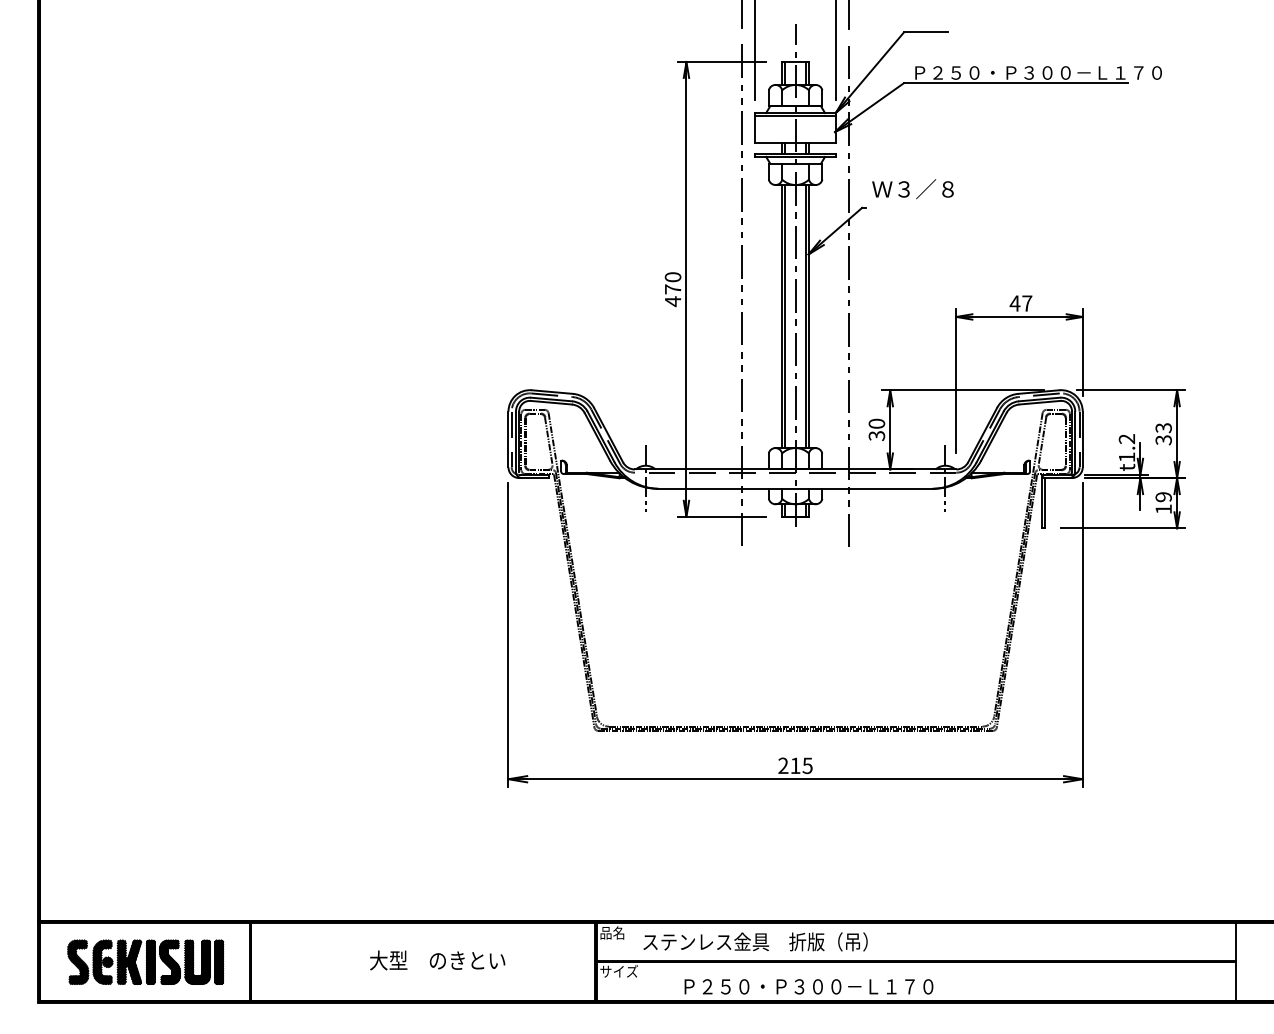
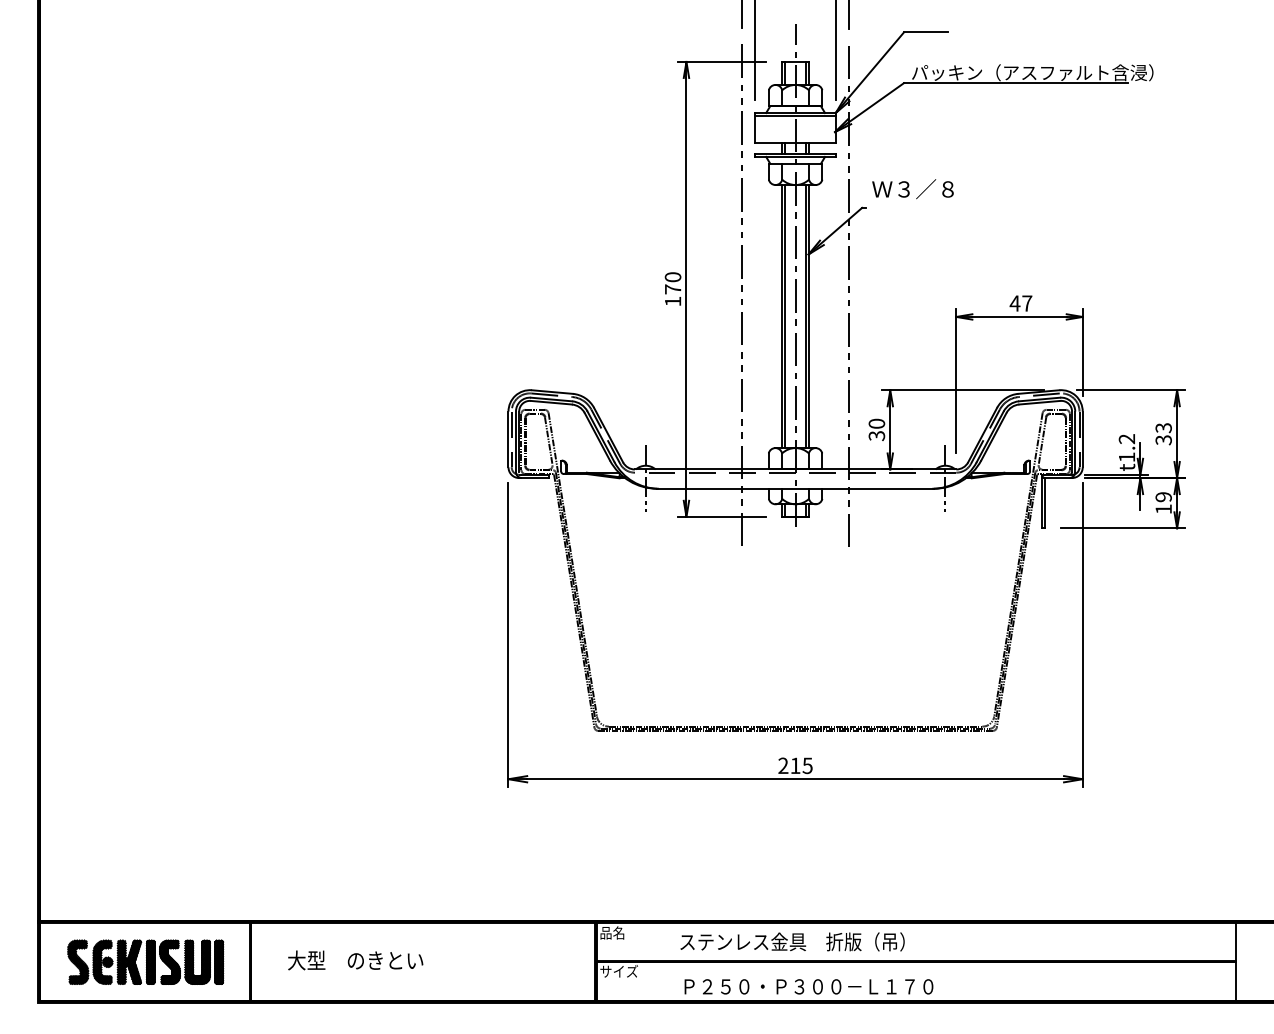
text at (1036, 72): Ｐ２５０・Ｐ３００－Ｌ１７０ -> パッキン（アスファルト含浸）
text at (673, 301): 470 -> 170
text at (755, 941) position: (755, 941) -> (792, 941)
text at (437, 960) position: (437, 960) -> (355, 960)
